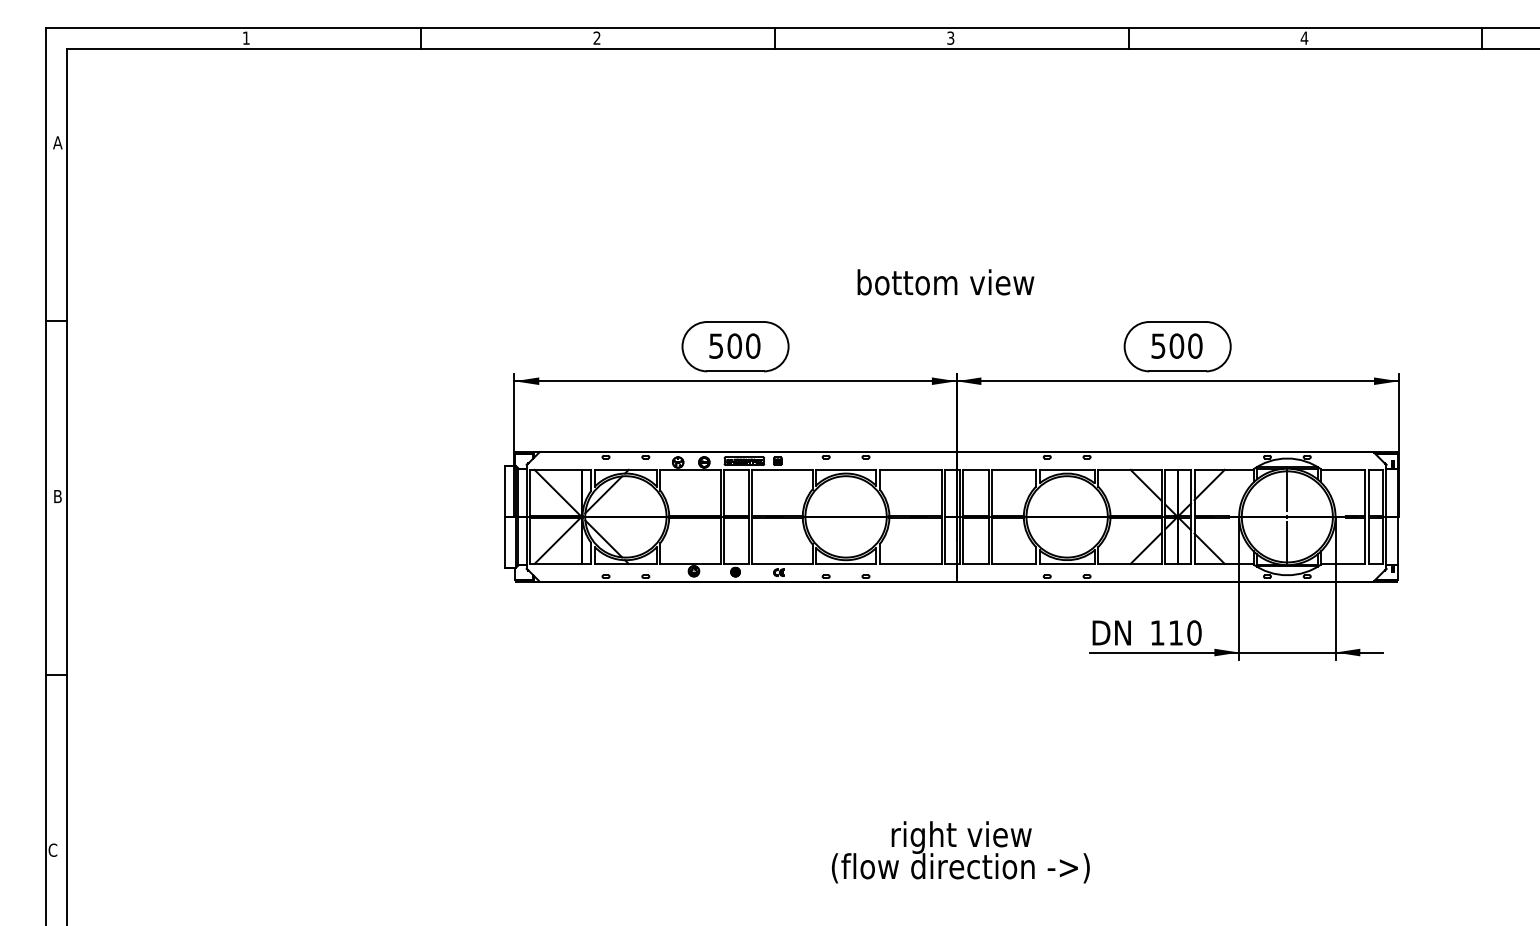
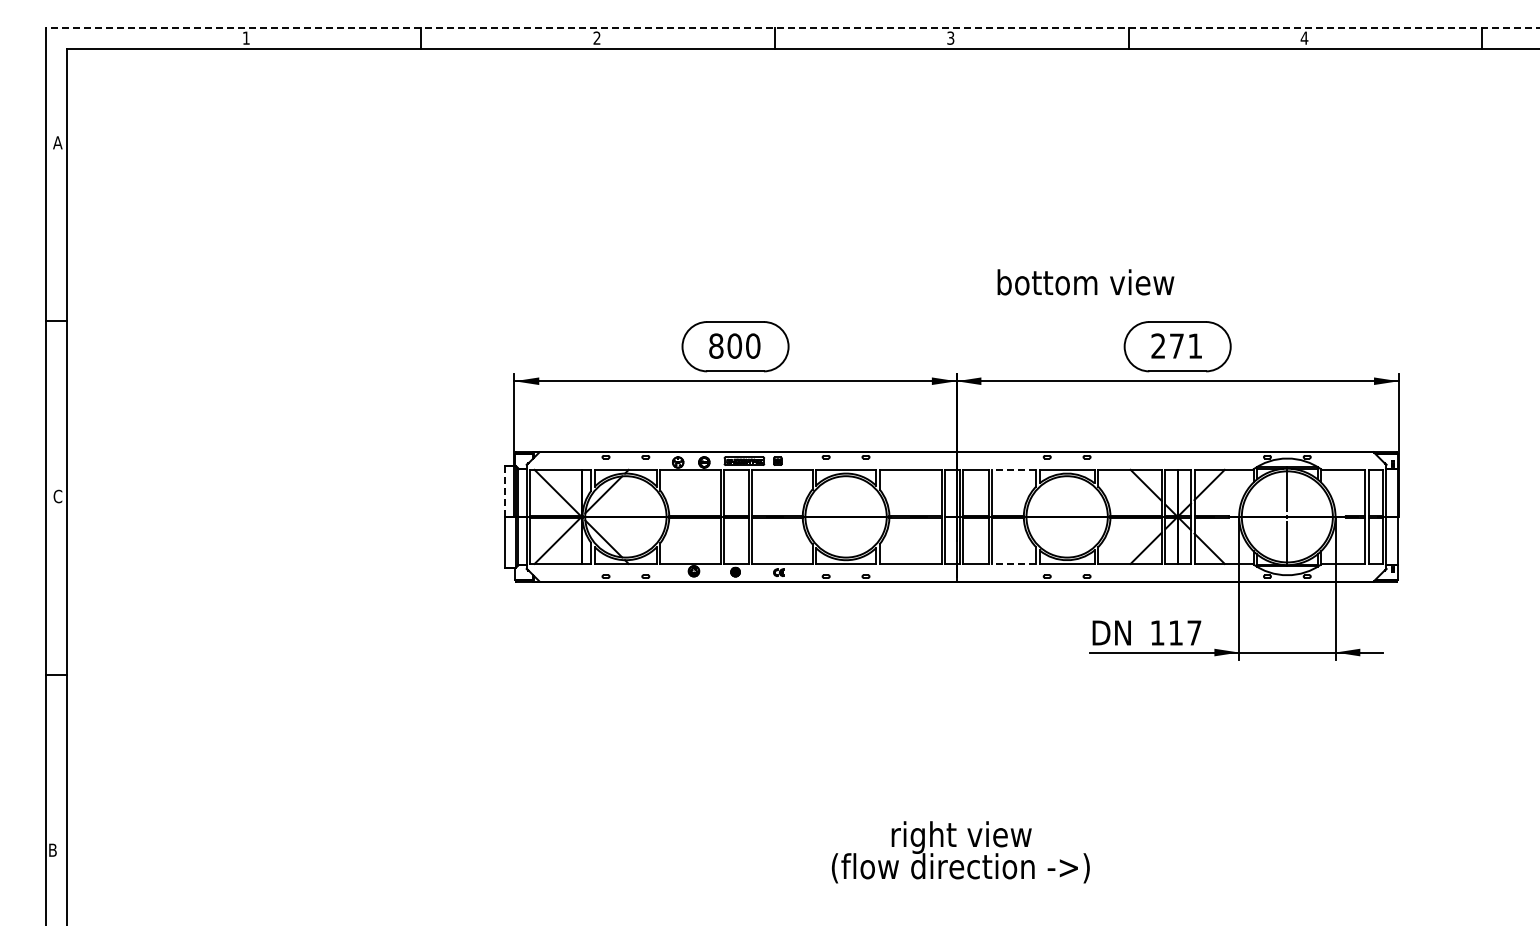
line at (792, 27): solid -> dashed
text at (945, 282) position: (945, 282) -> (1085, 282)
text at (716, 345): 500 -> 800
text at (1176, 345): 500 -> 271
line at (1014, 469): solid -> dashed
line at (504, 491): solid -> dashed
text at (57, 496): B -> C
line at (1014, 563): solid -> dashed
text at (1194, 632): 110 -> 117
text at (52, 849): C -> B
